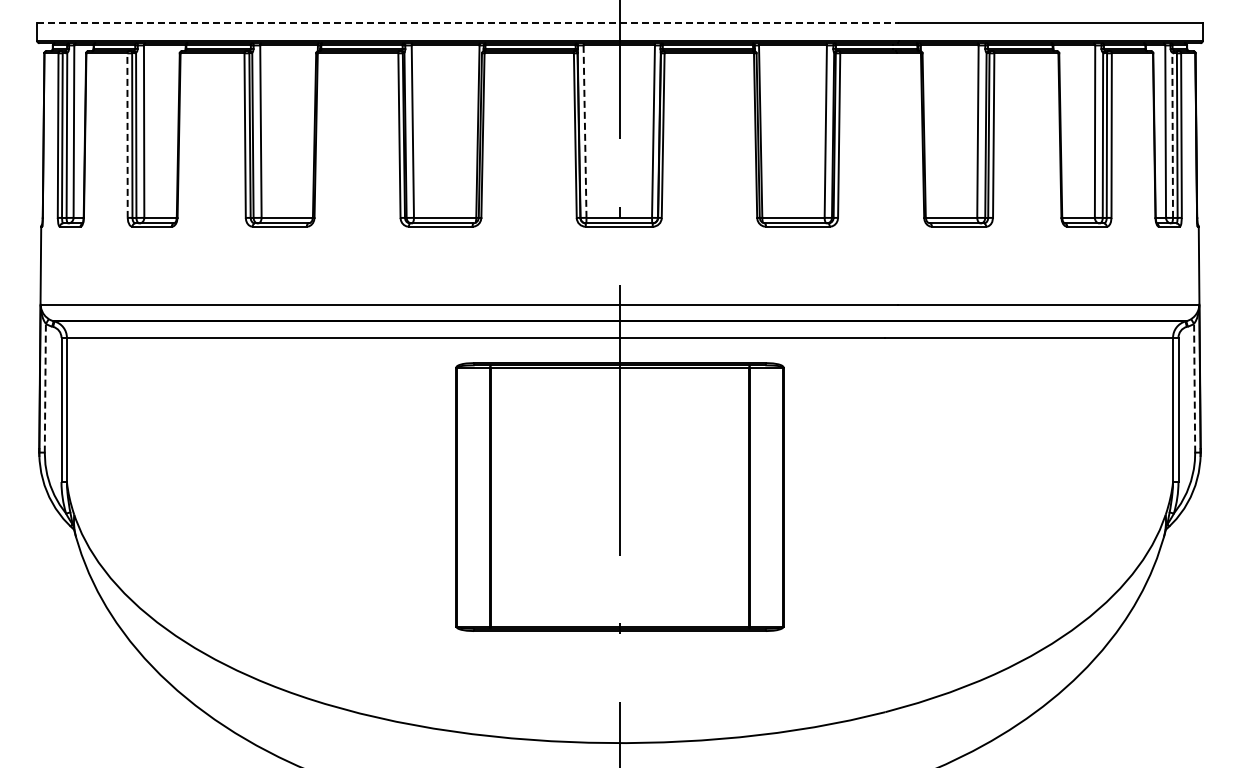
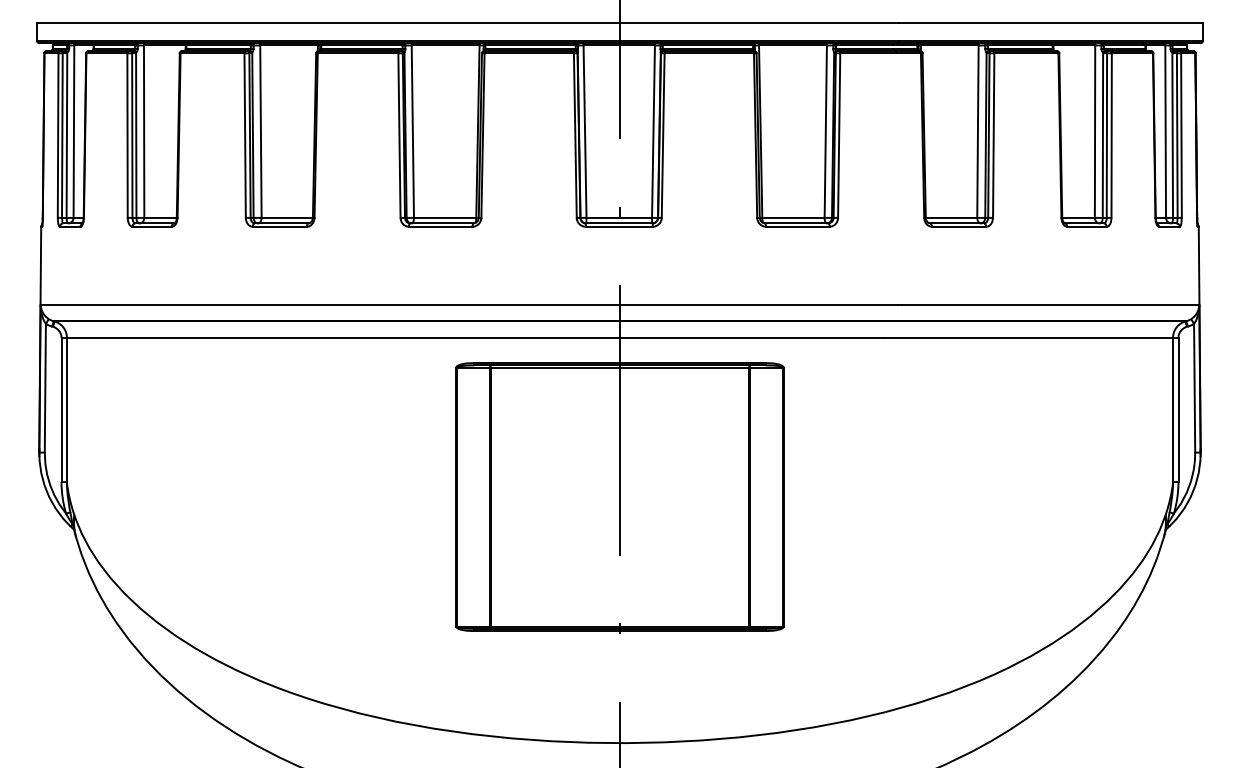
line at (468, 23): dashed -> solid
line at (585, 131): dashed -> solid
line at (1172, 134): dashed -> solid
line at (127, 135): dashed -> solid
line at (45, 387): dashed -> solid
line at (1194, 387): dashed -> solid
